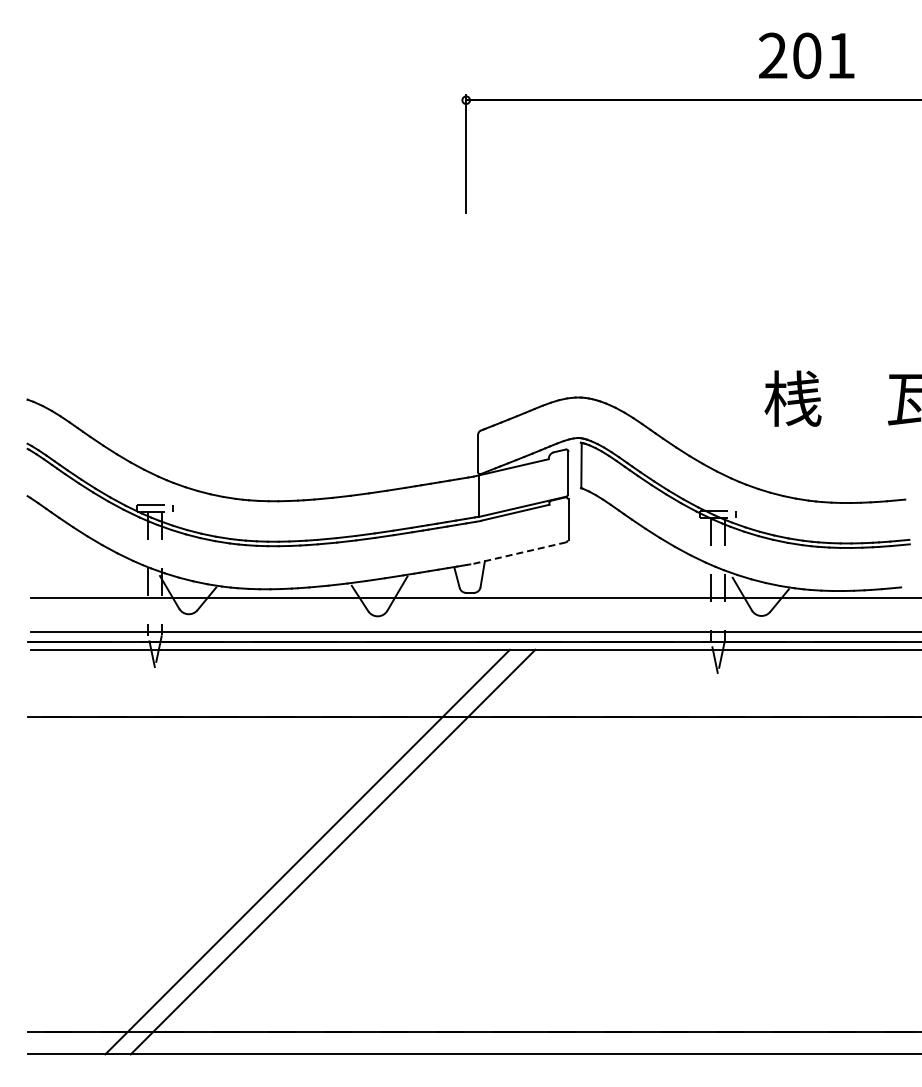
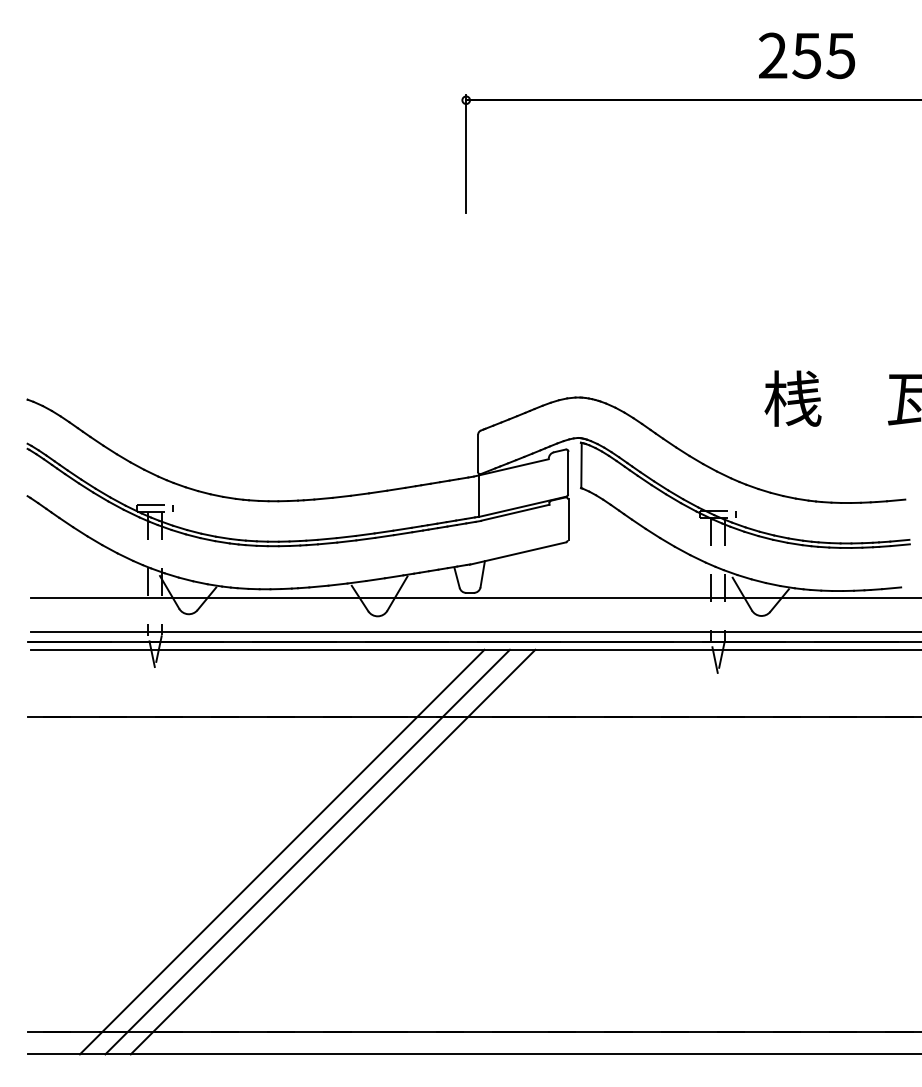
text at (823, 55): 201 -> 255
line at (517, 553): dashed -> solid
line at (281, 851): none -> present
